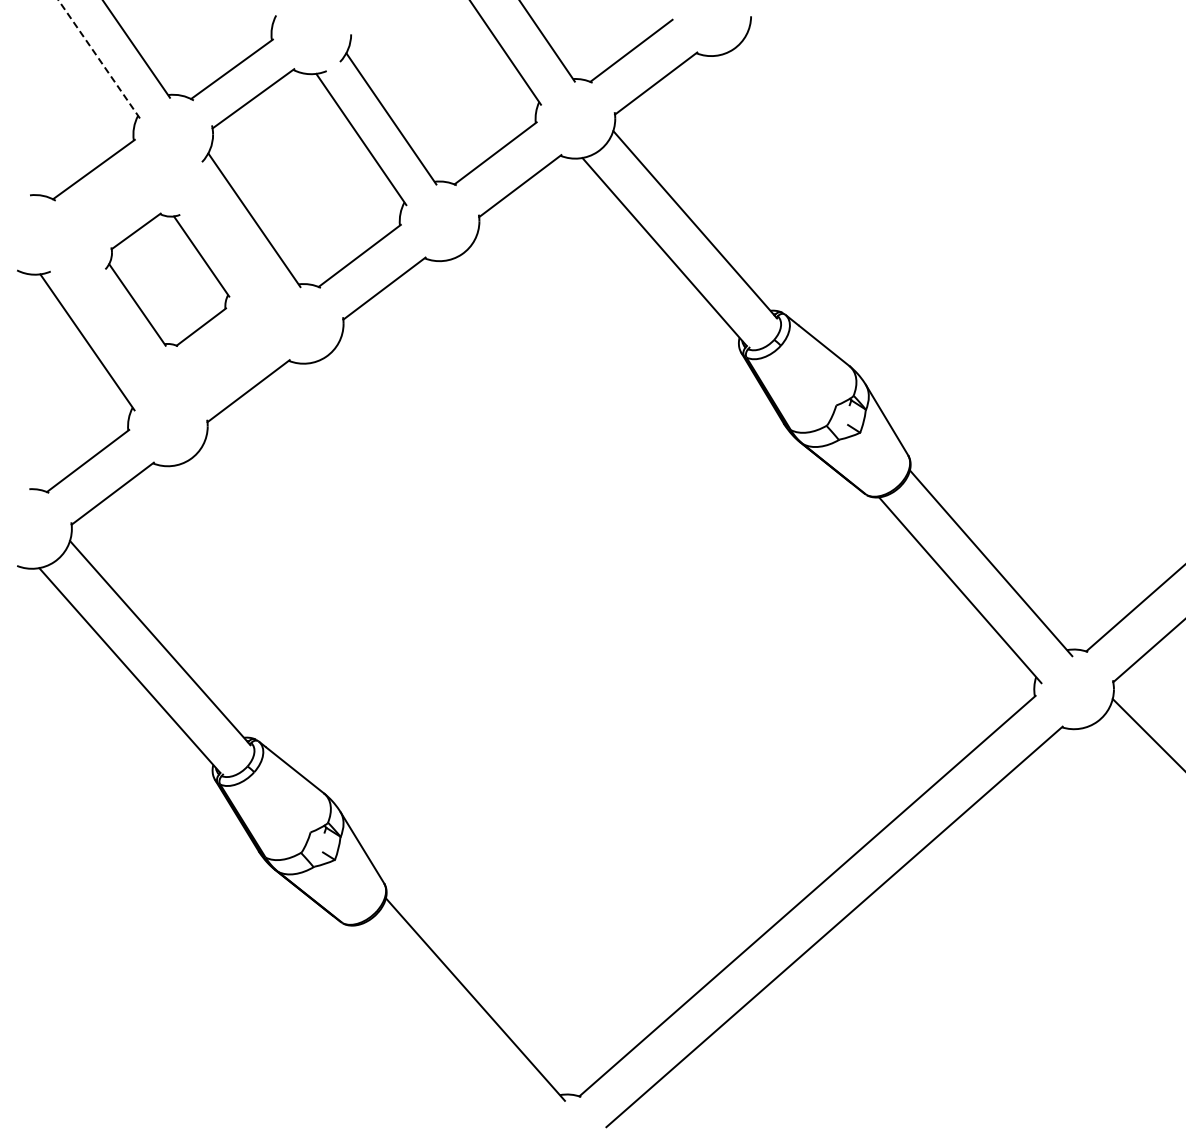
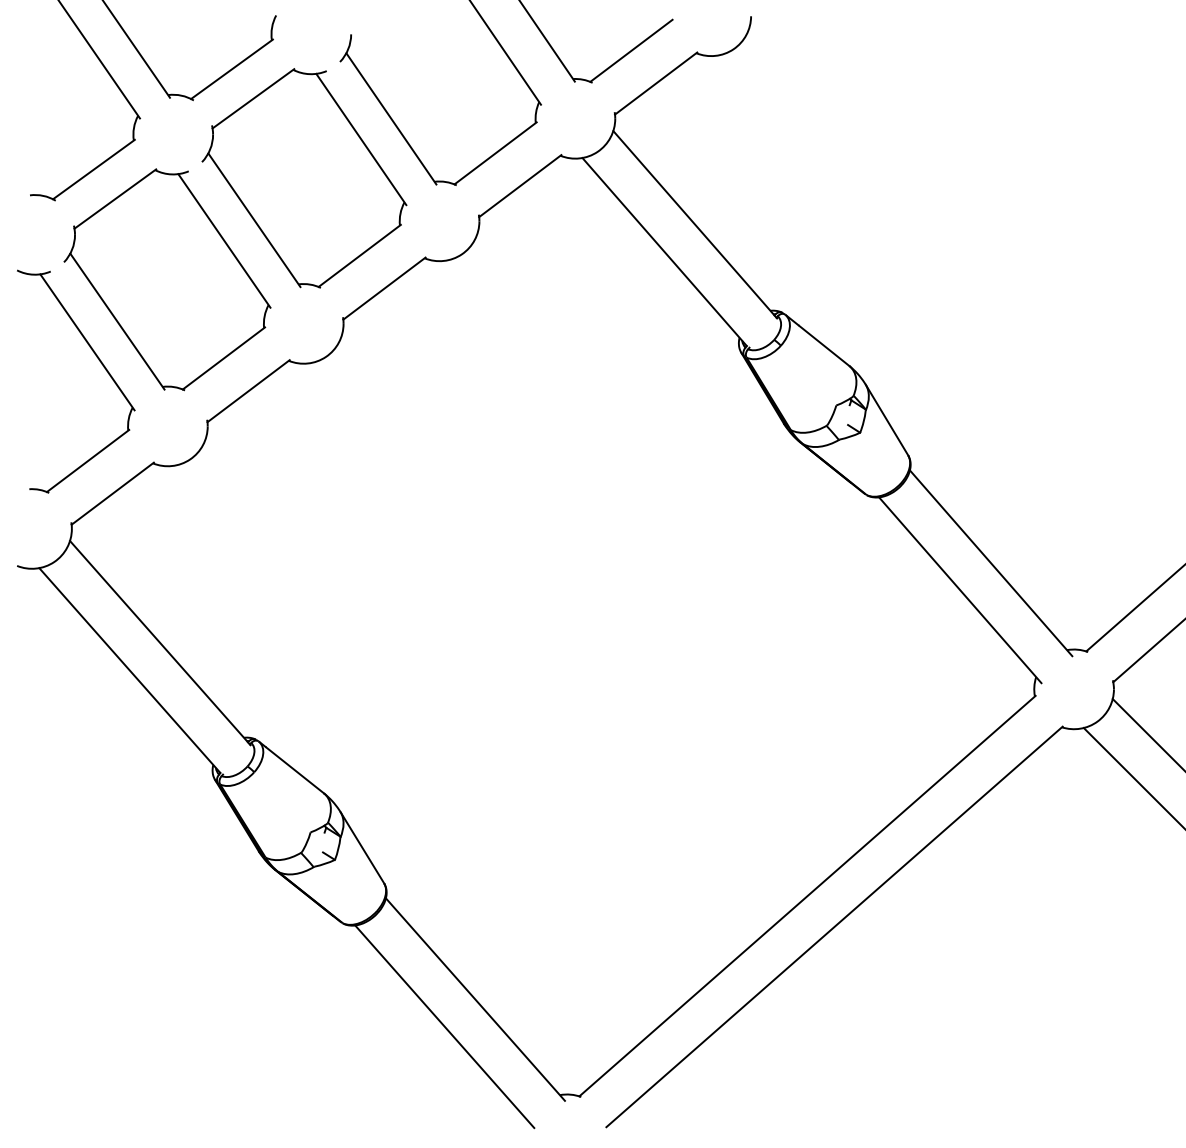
line at (99, 59): dashed -> solid
part at (167, 279) size: 126x135 px -> 209x224 px
line at (1132, 777): none -> present
line at (444, 1026): none -> present
